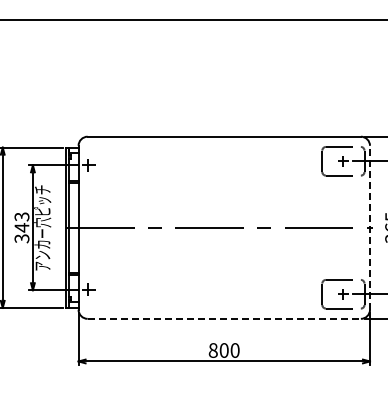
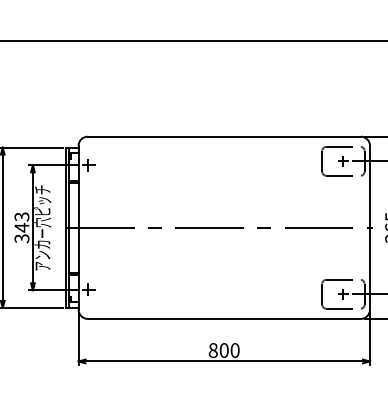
line at (193, 19) position: (193, 19) -> (193, 40)
line at (370, 227): dashed -> solid
line at (224, 318): dashed -> solid
